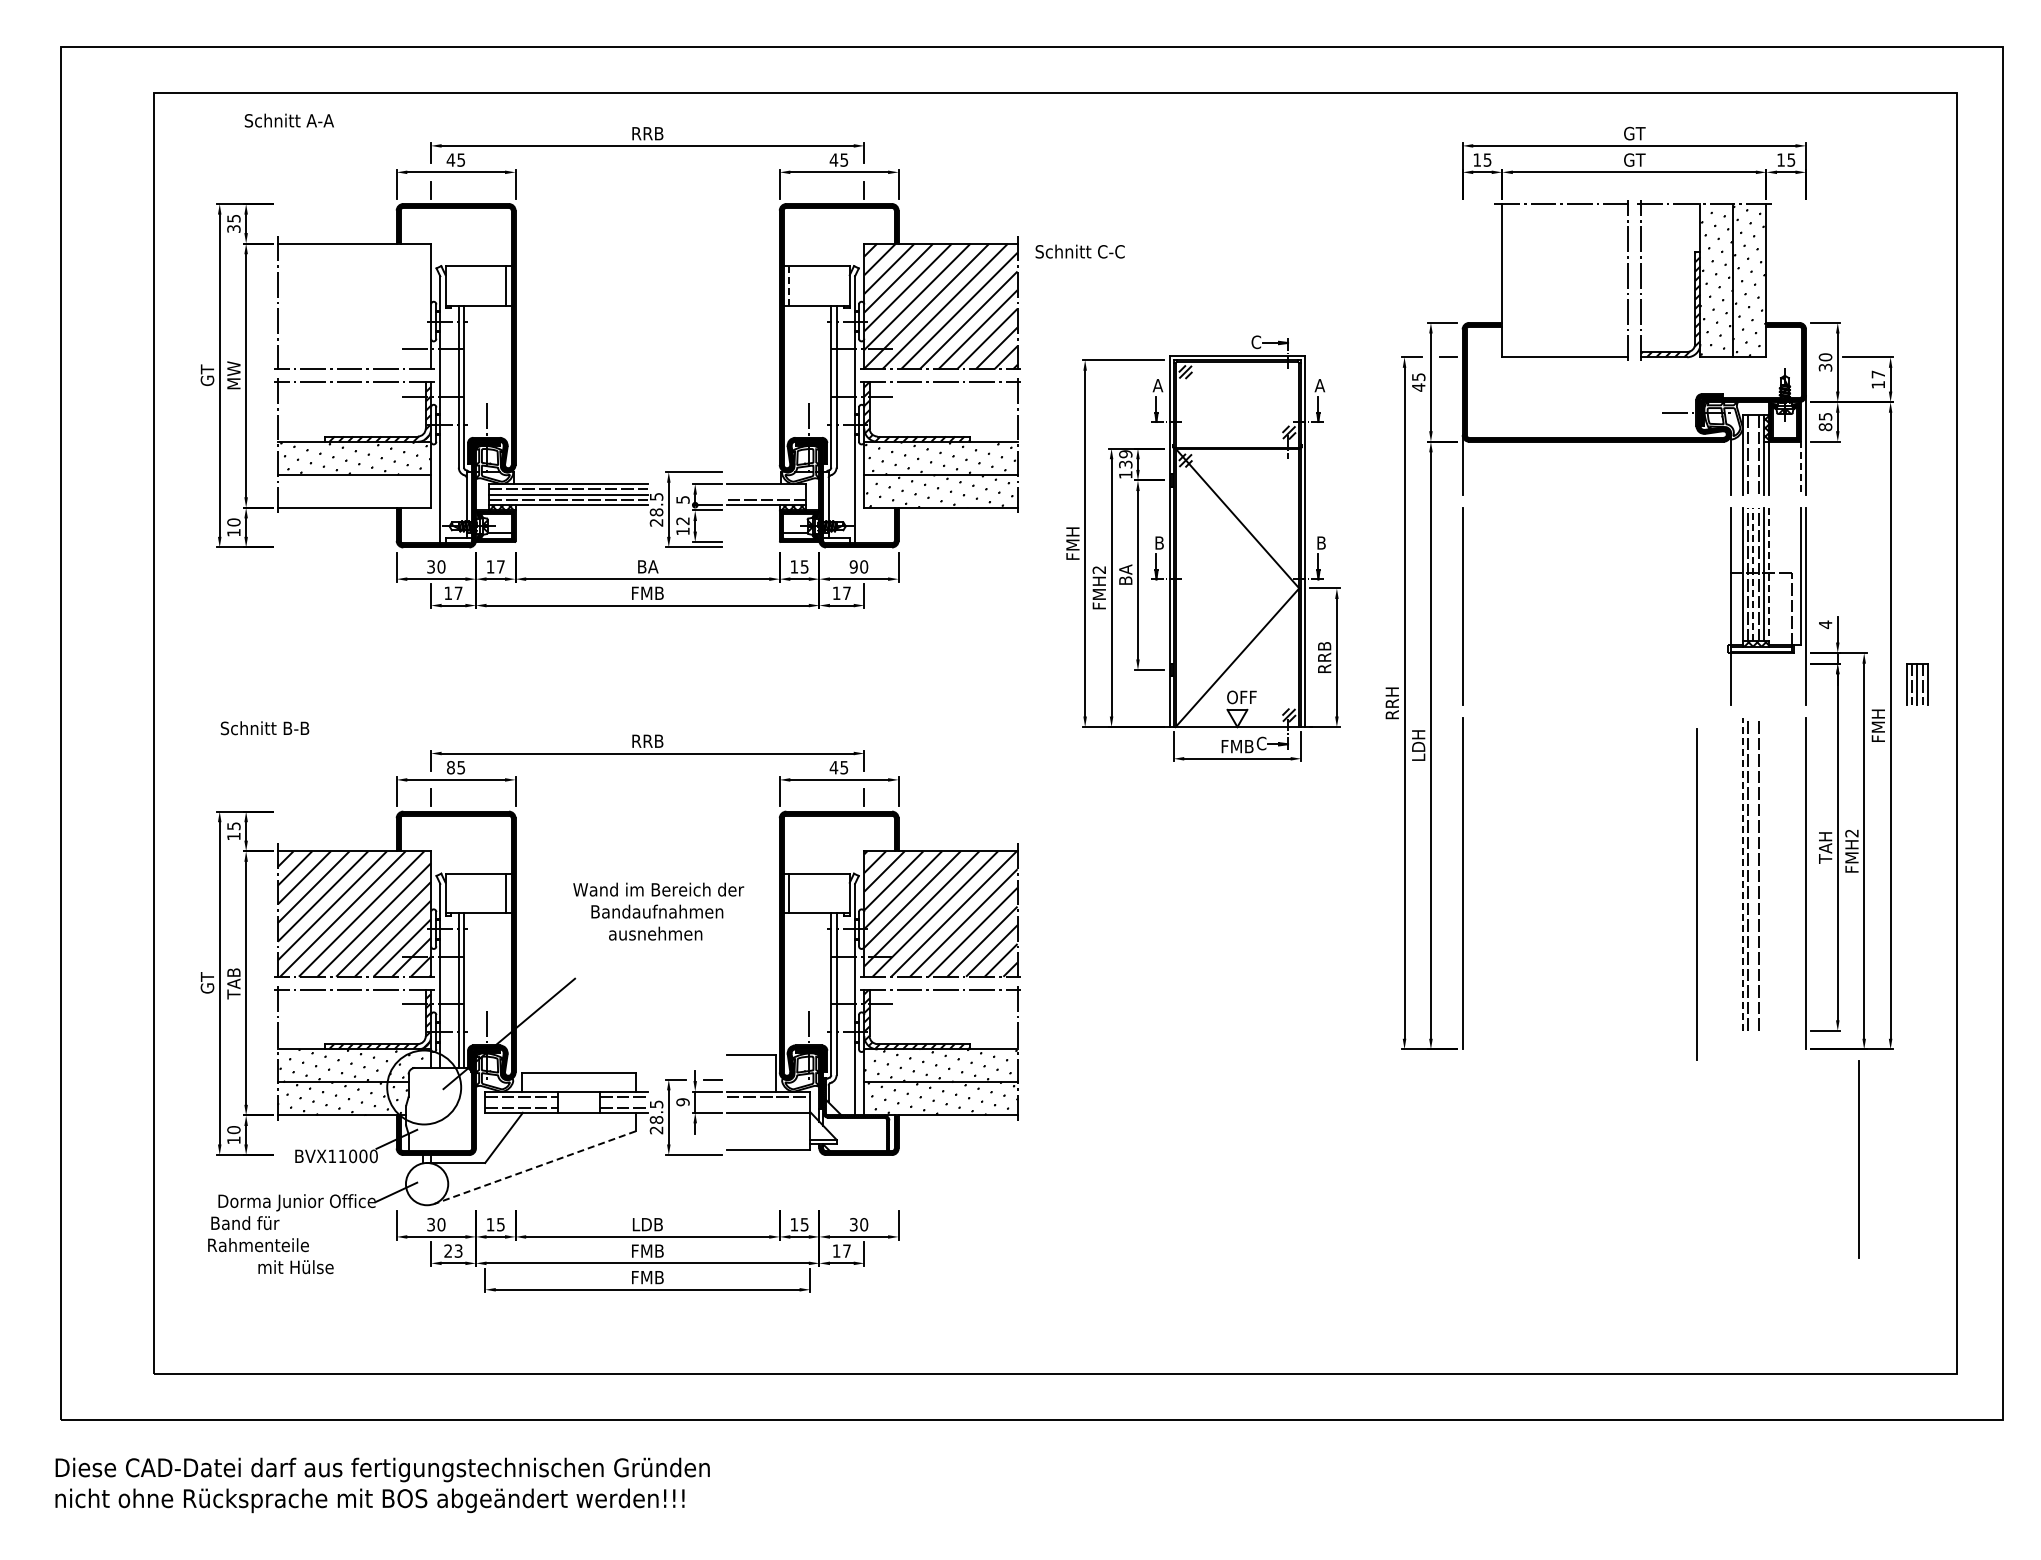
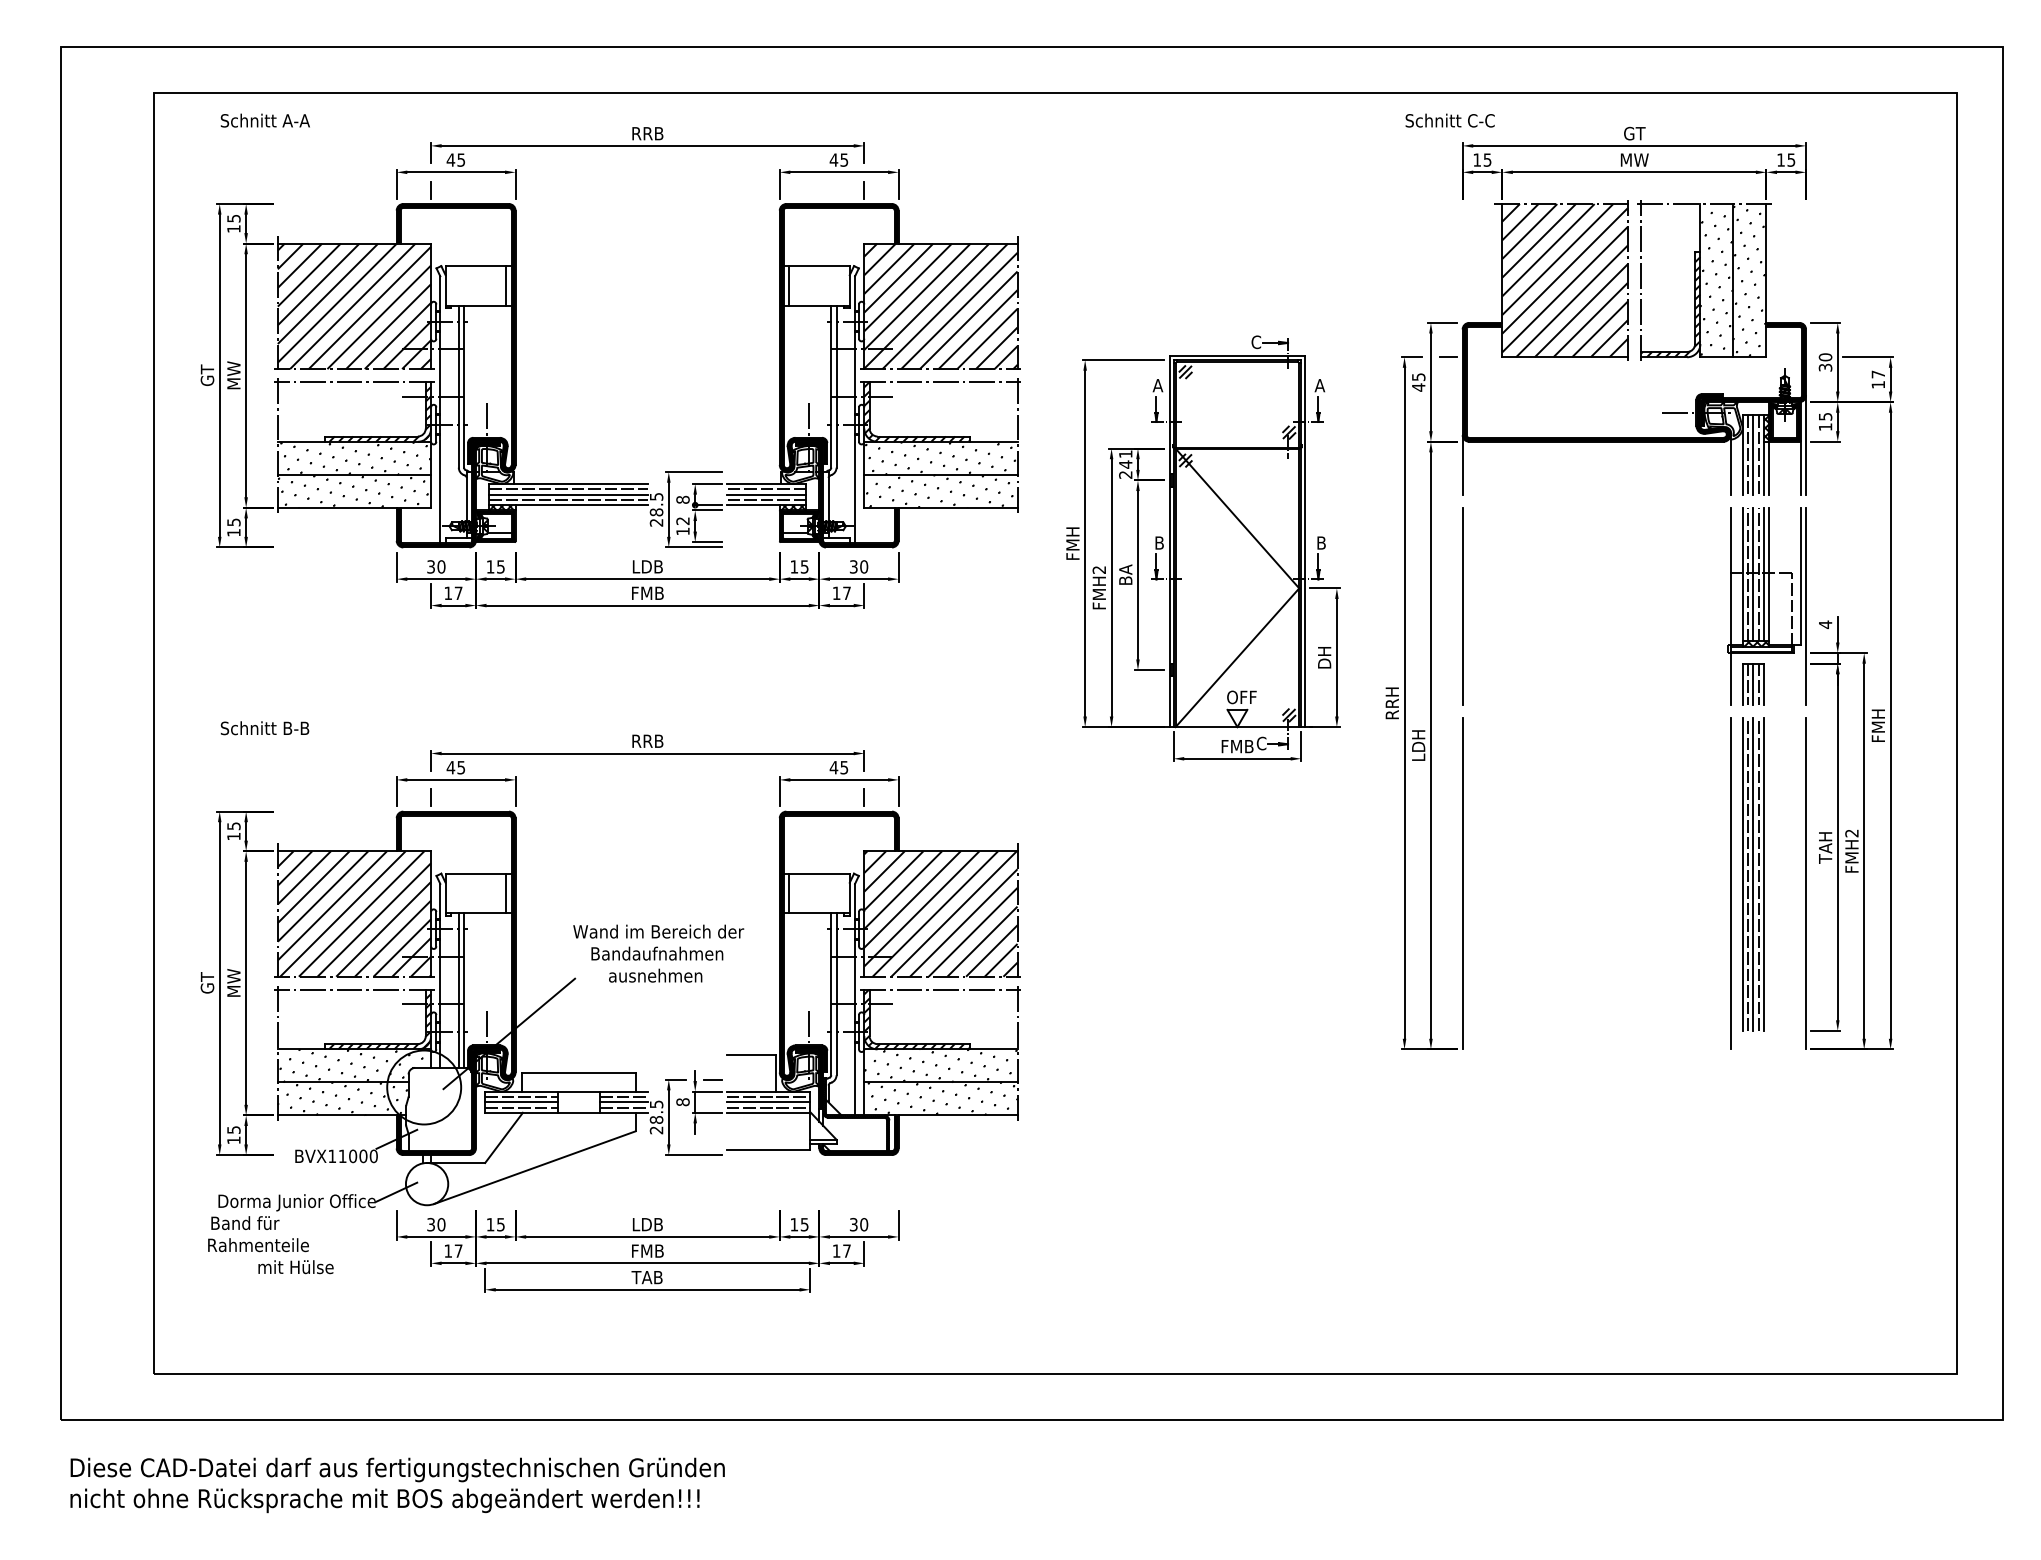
text at (288, 120) position: (288, 120) -> (264, 120)
text at (1634, 159): GT -> MW
text at (233, 228): 35 -> 15
text at (1079, 251) position: (1079, 251) -> (1449, 120)
hatch at (1564, 280): none -> present
line at (789, 285): dashed -> solid
hatch at (354, 306): none -> present
text at (1825, 427): 85 -> 15
line at (1753, 454): none -> present
text at (1125, 464): 139 -> 241
line at (1800, 467): dashed -> solid
line at (766, 489): none -> present
hatch at (354, 490): none -> present
line at (766, 494): none -> present
text at (682, 499): 5 -> 8
text at (233, 522): 10 -> 15
text at (500, 566): 17 -> 15
text at (647, 566): BA -> LDB
text at (853, 566): 90 -> 30
line at (1753, 574): dashed -> solid
line at (1769, 574): dashed -> solid
text at (1324, 657): RRB -> DH
part at (1917, 684) position: (1917, 684) -> (1753, 684)
text at (450, 767): 85 -> 45
line at (1753, 873): none -> present
line at (1763, 873): none -> present
line at (1742, 874): dashed -> solid
line at (1696, 894) position: (1696, 894) -> (1730, 883)
text at (658, 911) position: (658, 911) -> (658, 953)
text at (233, 983): TAB -> MW
line at (521, 1102): none -> present
line at (623, 1102): none -> present
text at (682, 1102): 9 -> 8
line at (768, 1102): none -> present
line at (768, 1107): none -> present
text at (233, 1130): 10 -> 15
line at (1858, 1159): present -> none
line at (534, 1167): dashed -> solid
text at (453, 1250): 23 -> 17
text at (647, 1277): FMB -> TAB
text at (382, 1485) position: (382, 1485) -> (397, 1485)
